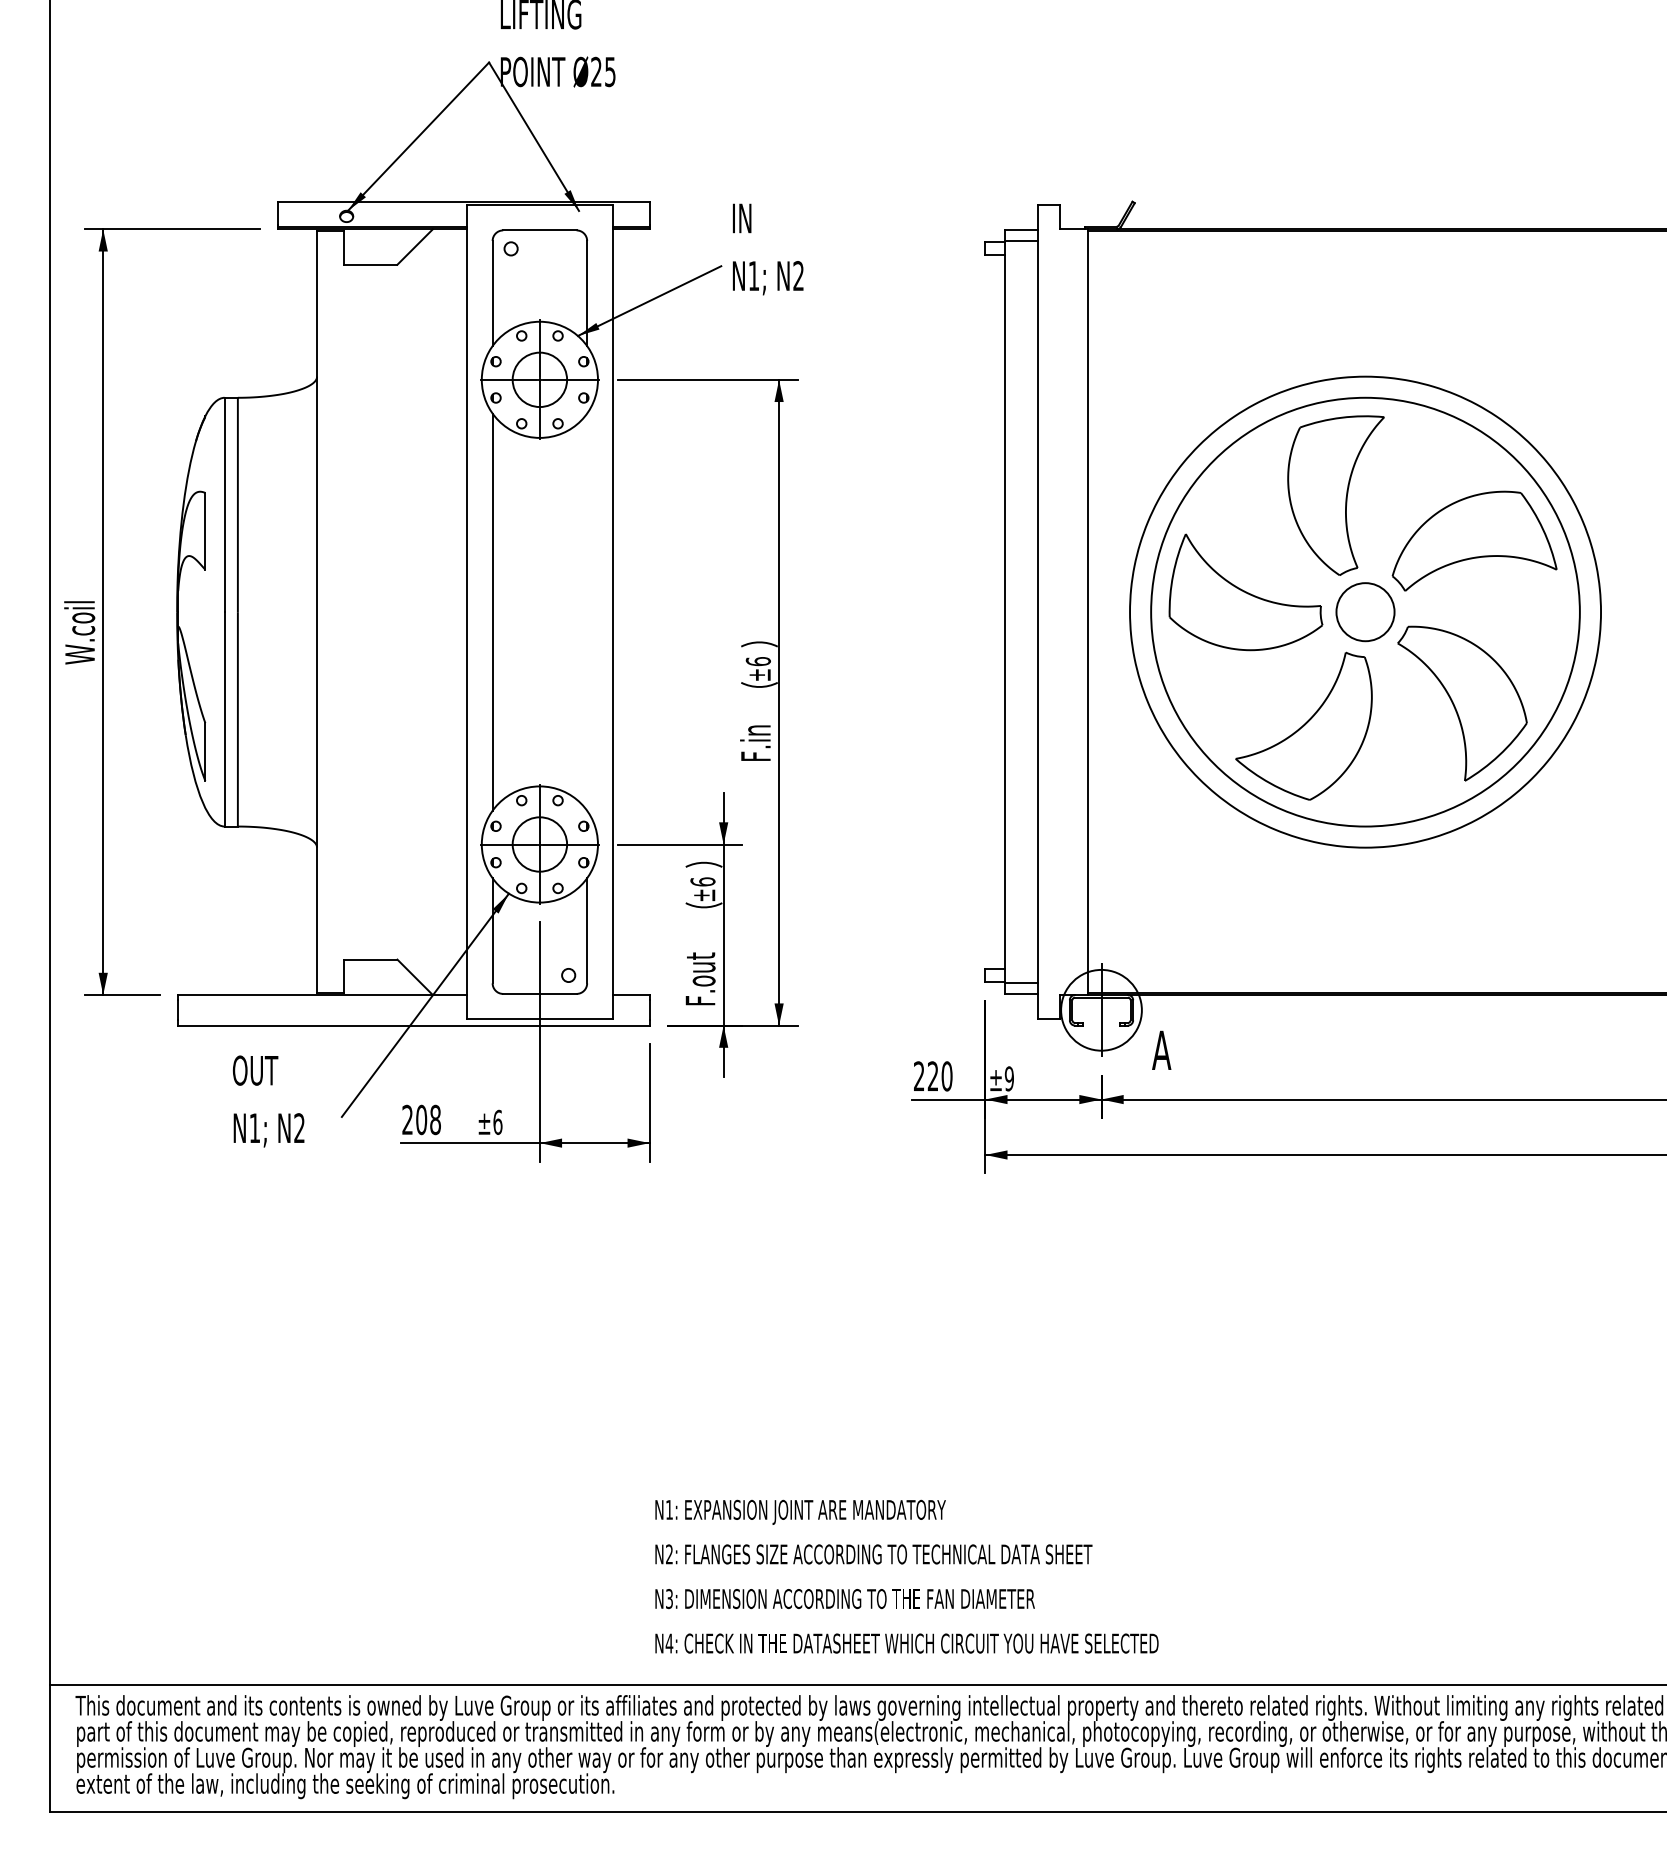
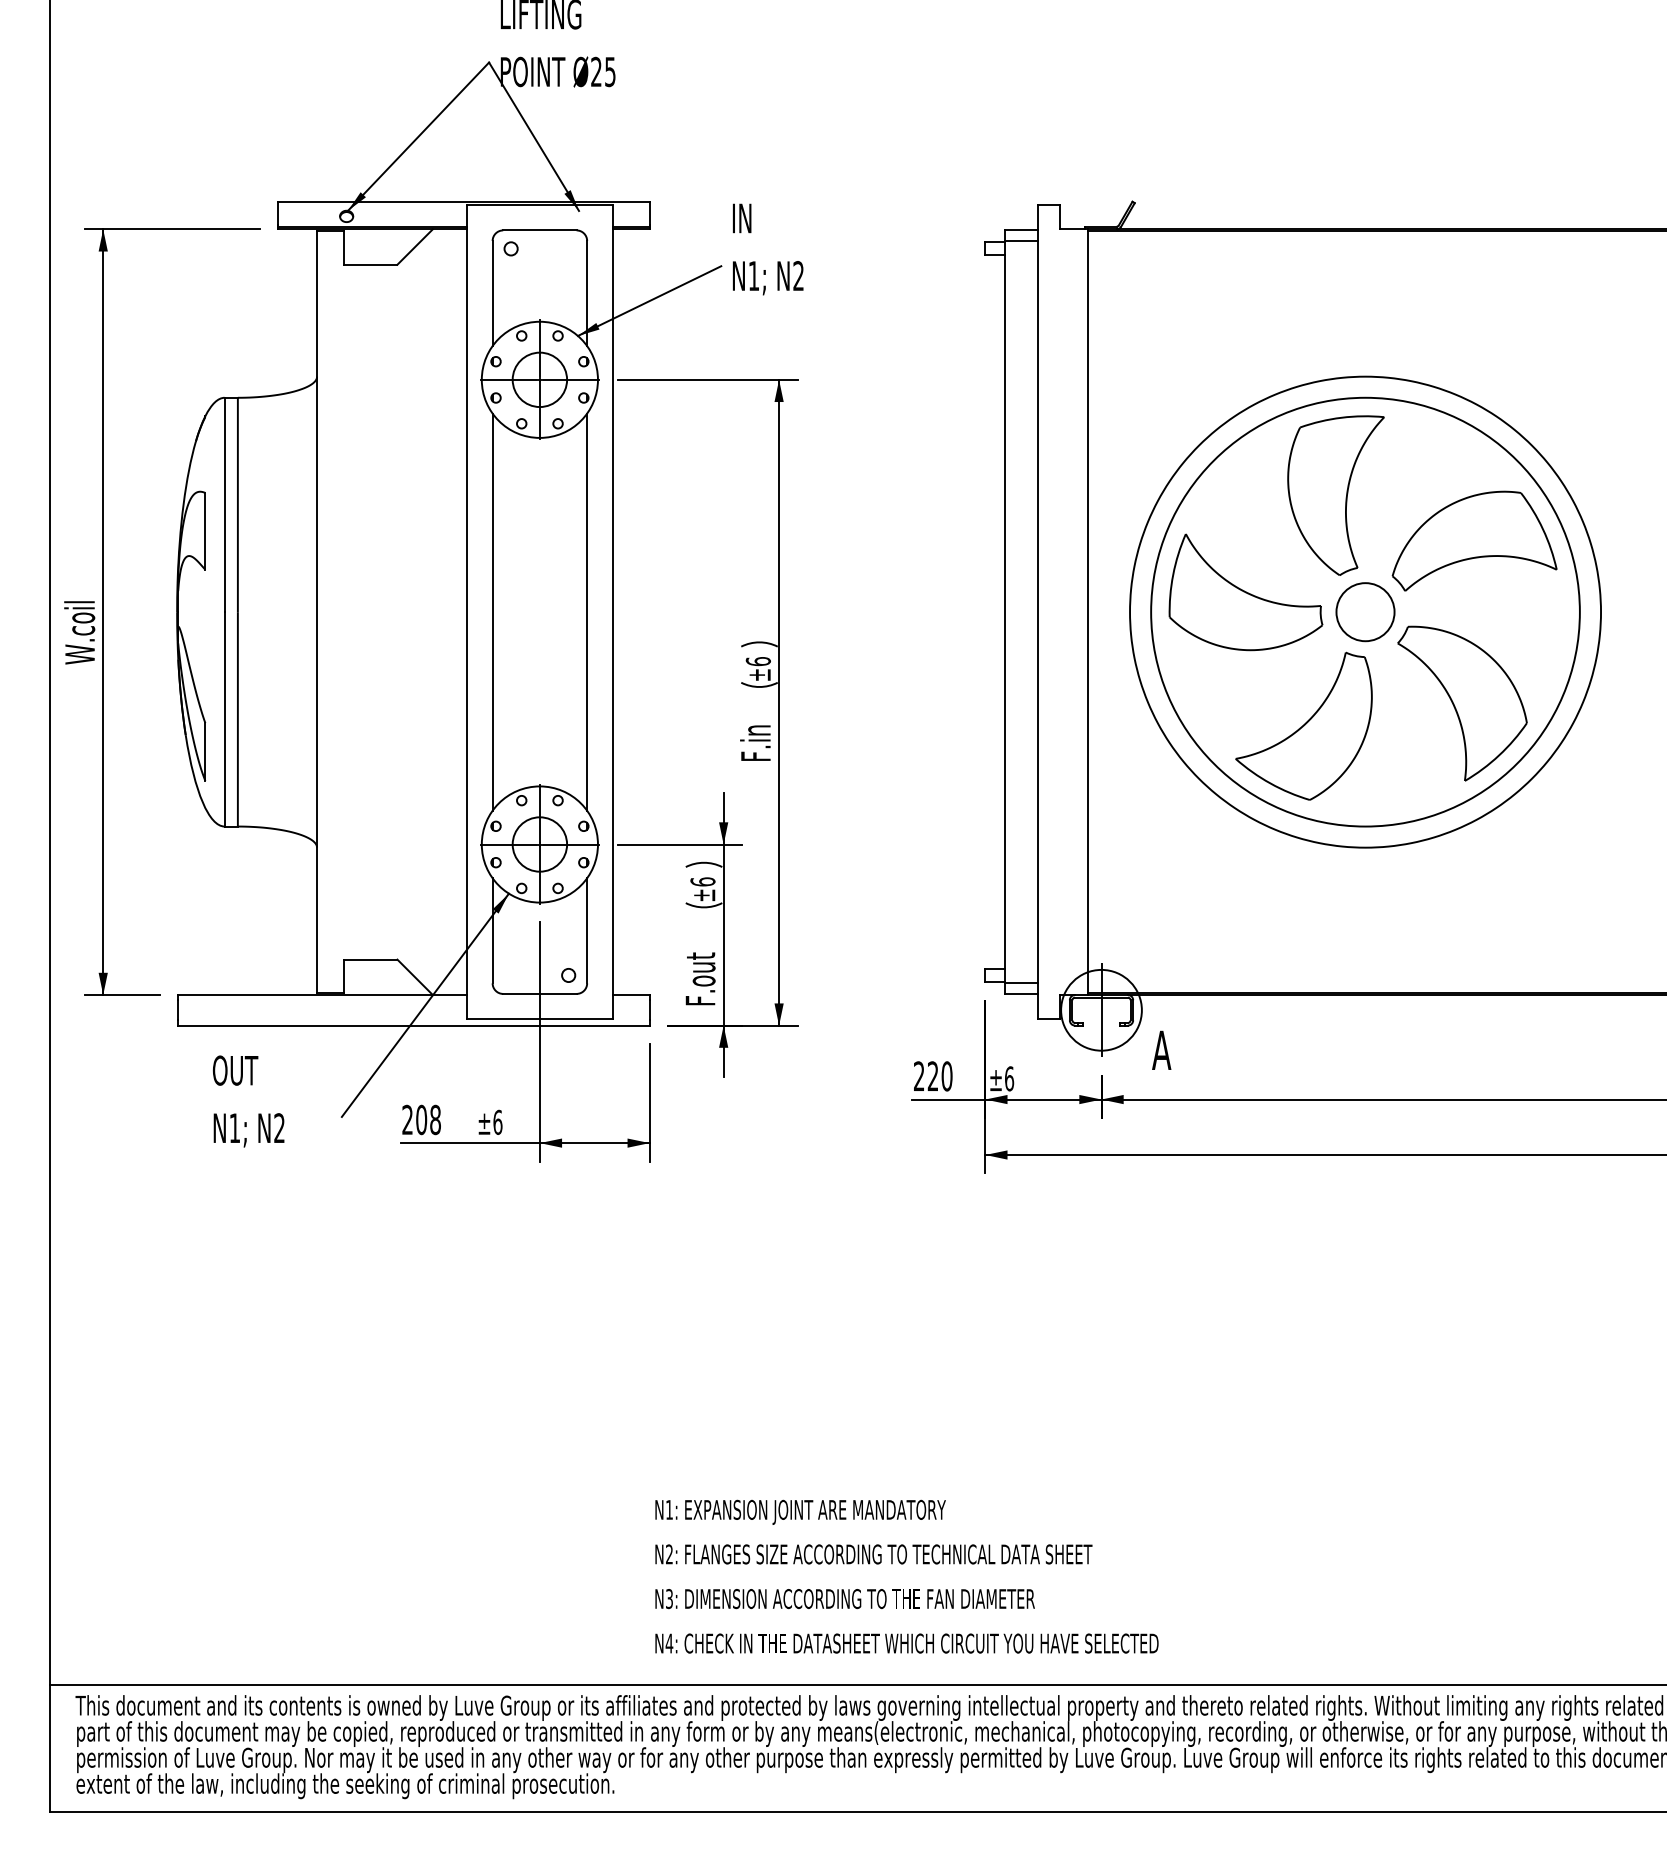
line at (587, 611): none -> present
text at (1009, 1078): ±9 -> ±6
text at (268, 1101) position: (268, 1101) -> (248, 1101)
